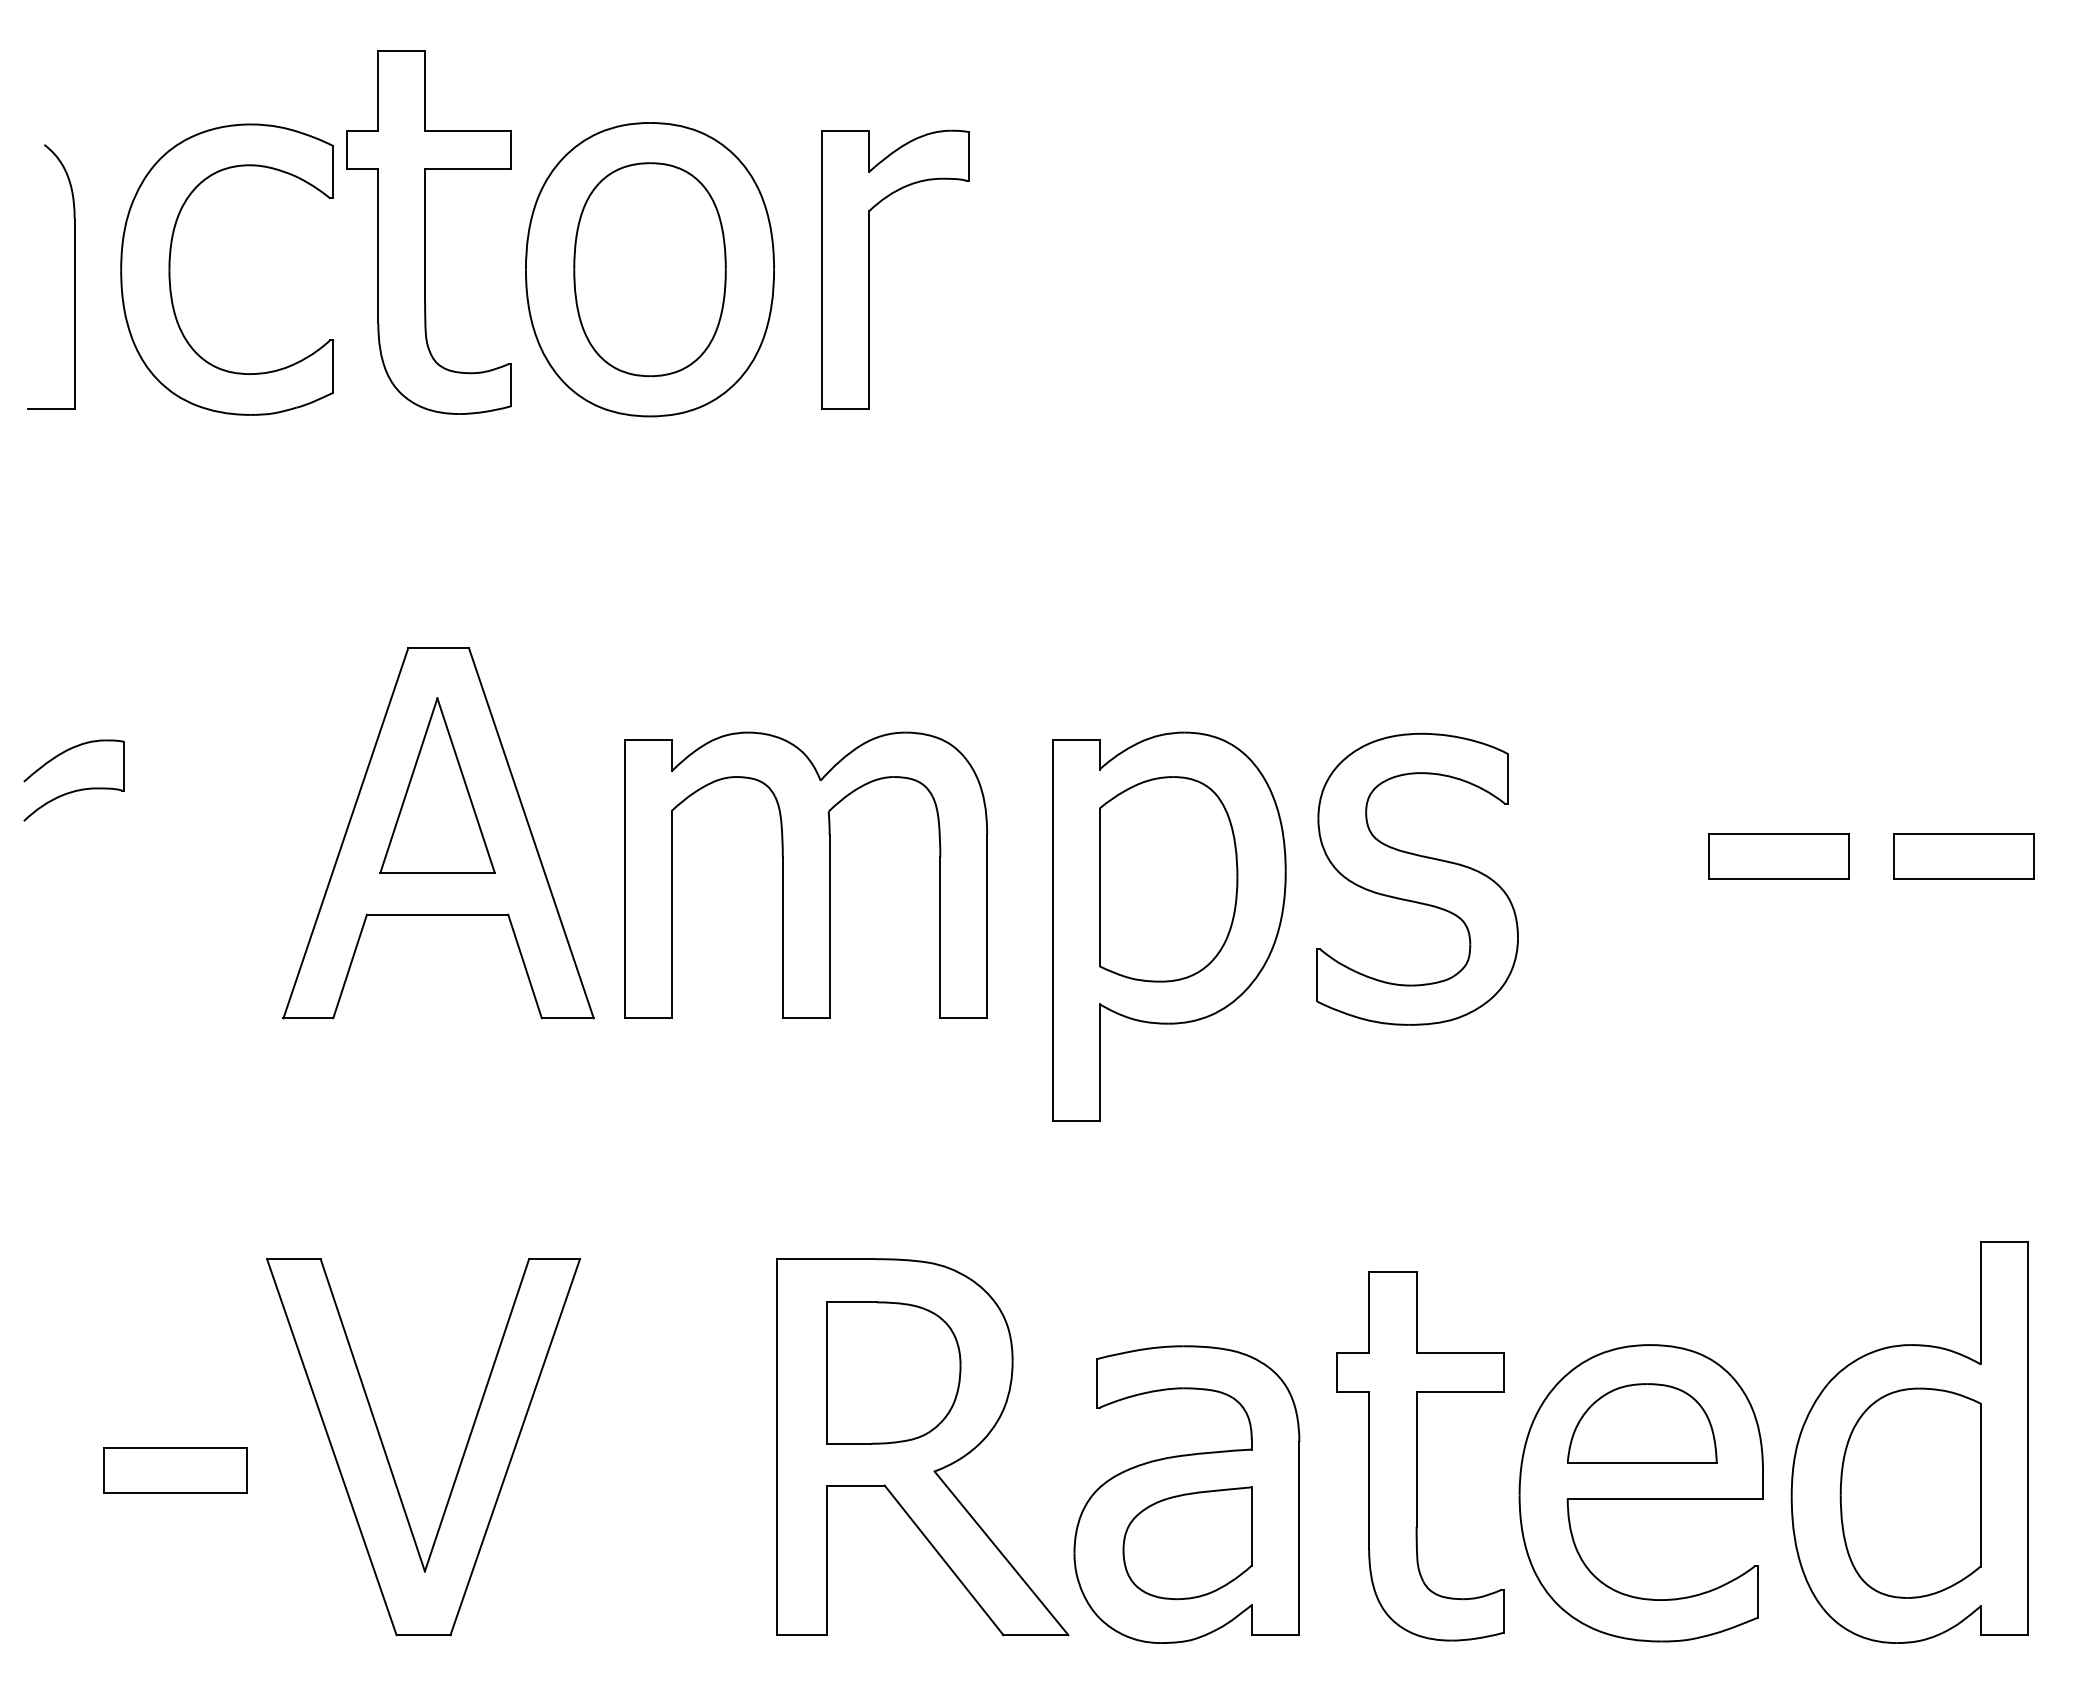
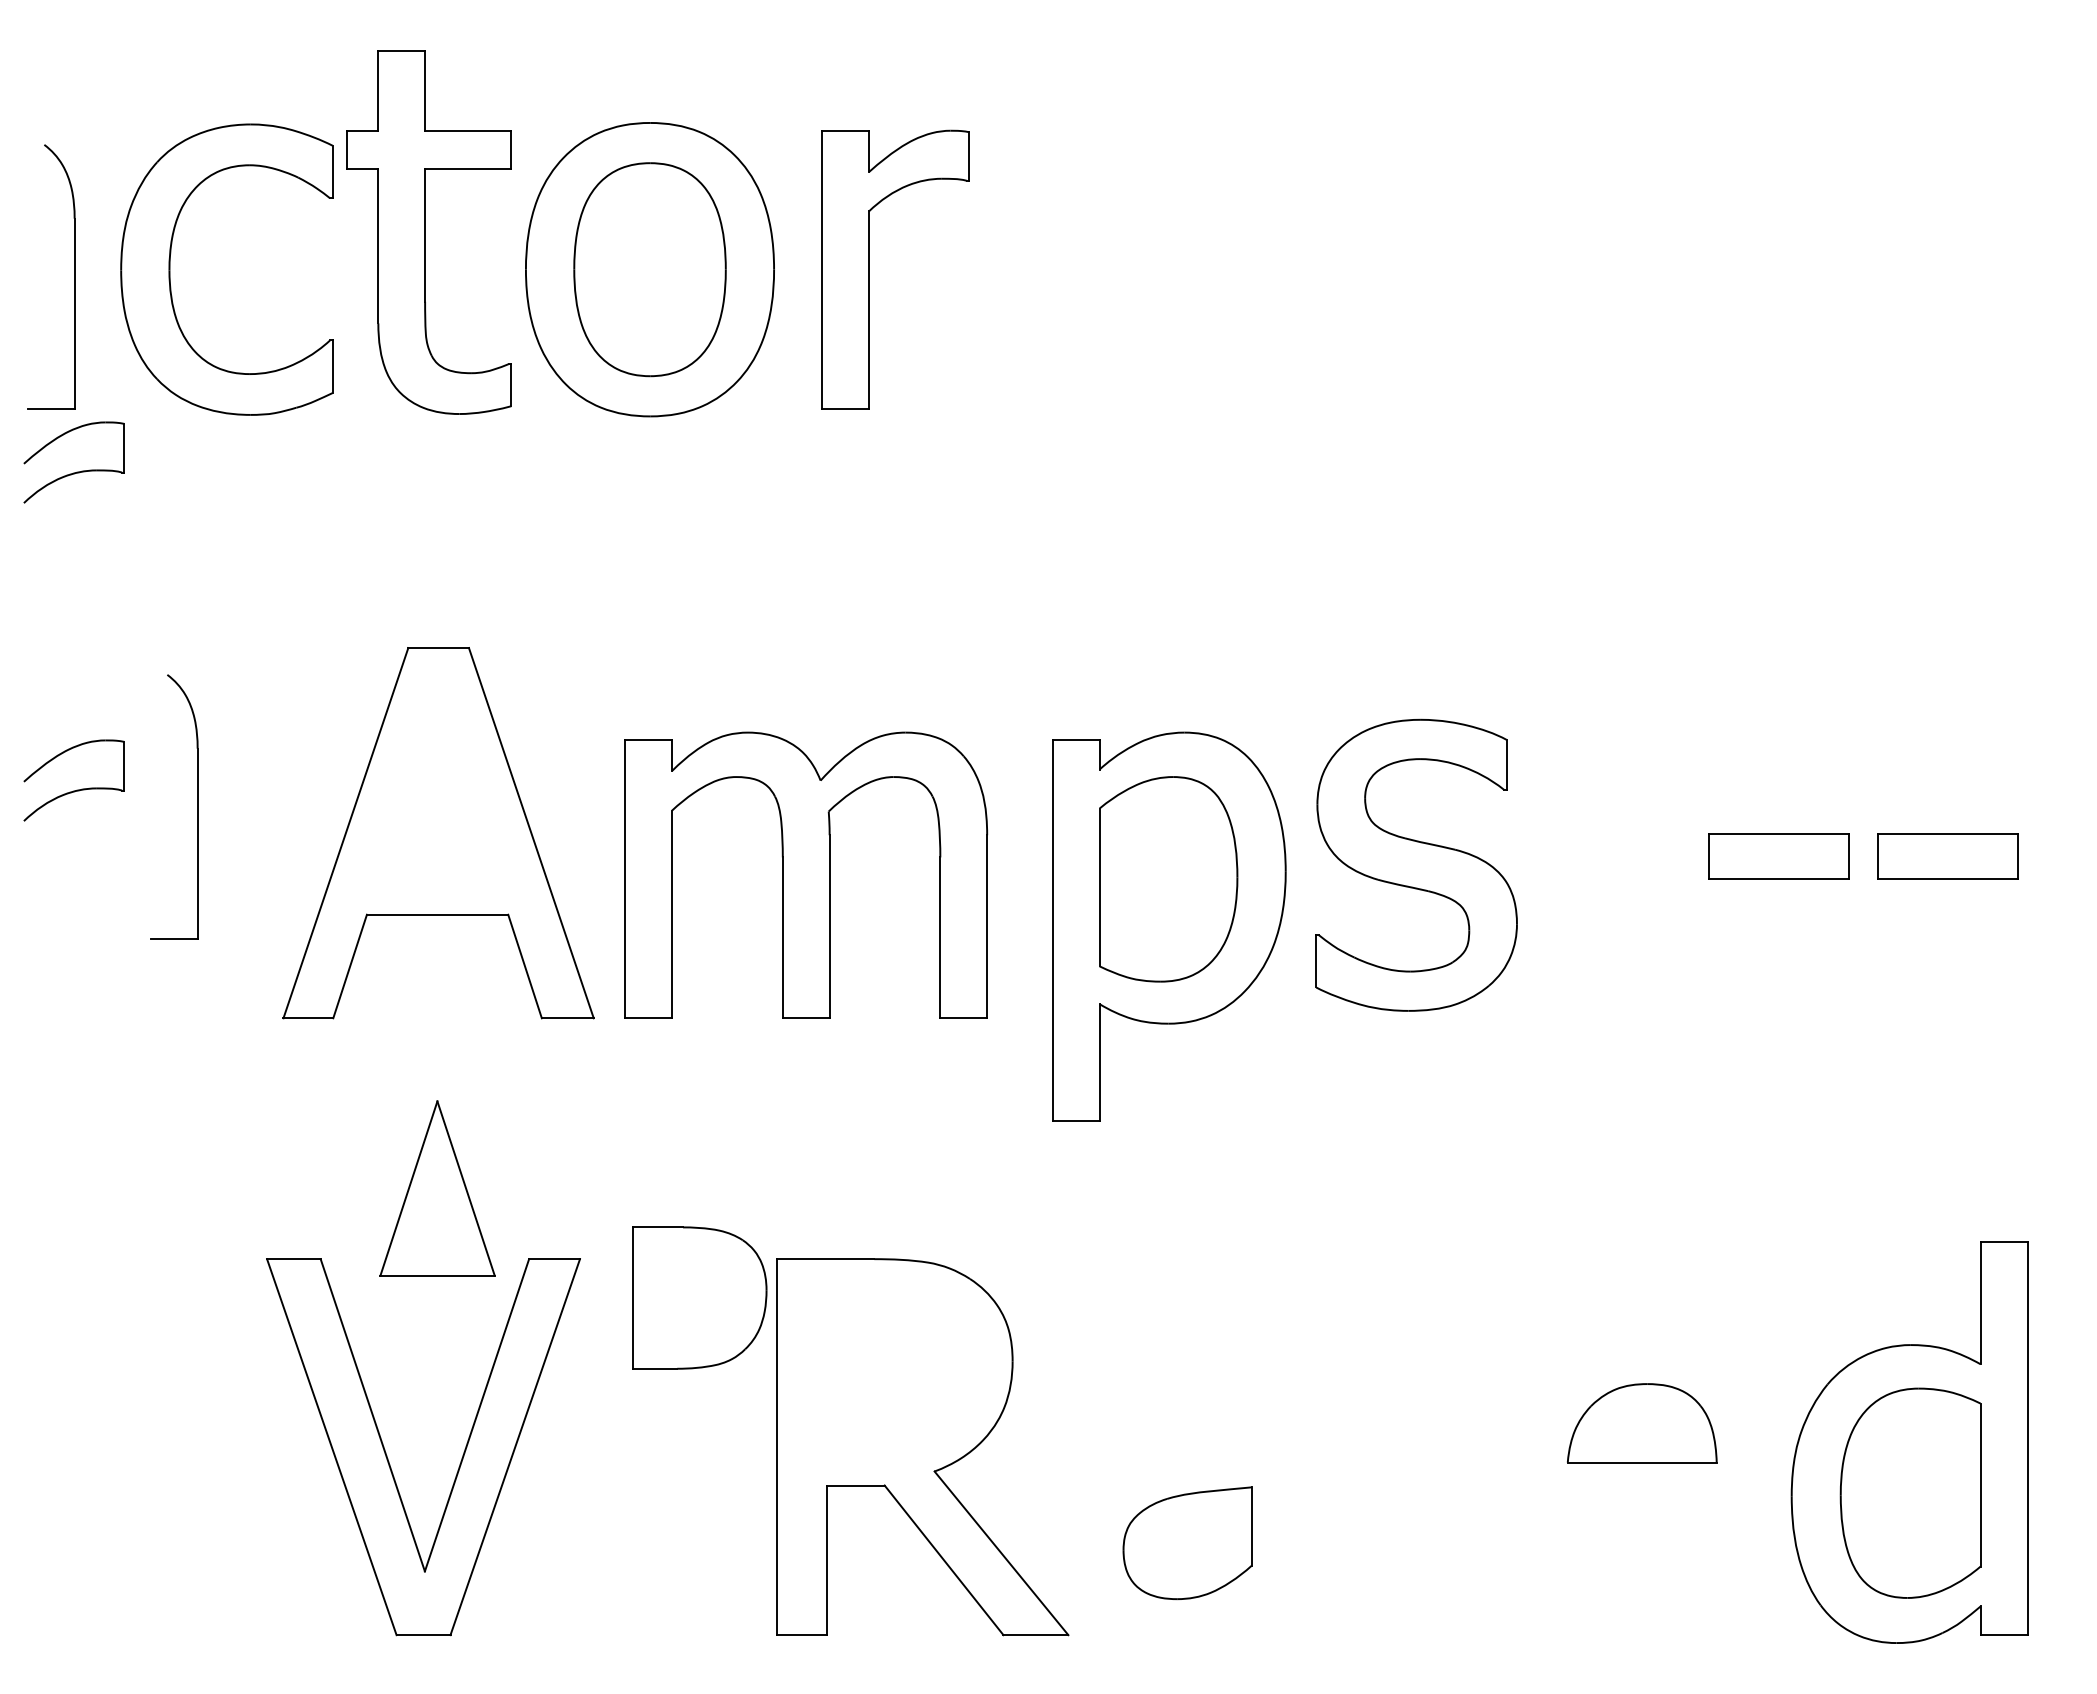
part at (76, 471): none -> present
part at (437, 785) position: (437, 785) -> (437, 1188)
part at (197, 806): none -> present
part at (1963, 856) position: (1963, 856) -> (1947, 856)
part at (1417, 878) position: (1417, 878) -> (1416, 864)
part at (893, 1372) position: (893, 1372) -> (699, 1297)
part at (1420, 1456): present -> none
part at (175, 1470): present -> none
part at (1640, 1493): present -> none
part at (1186, 1494): present -> none
